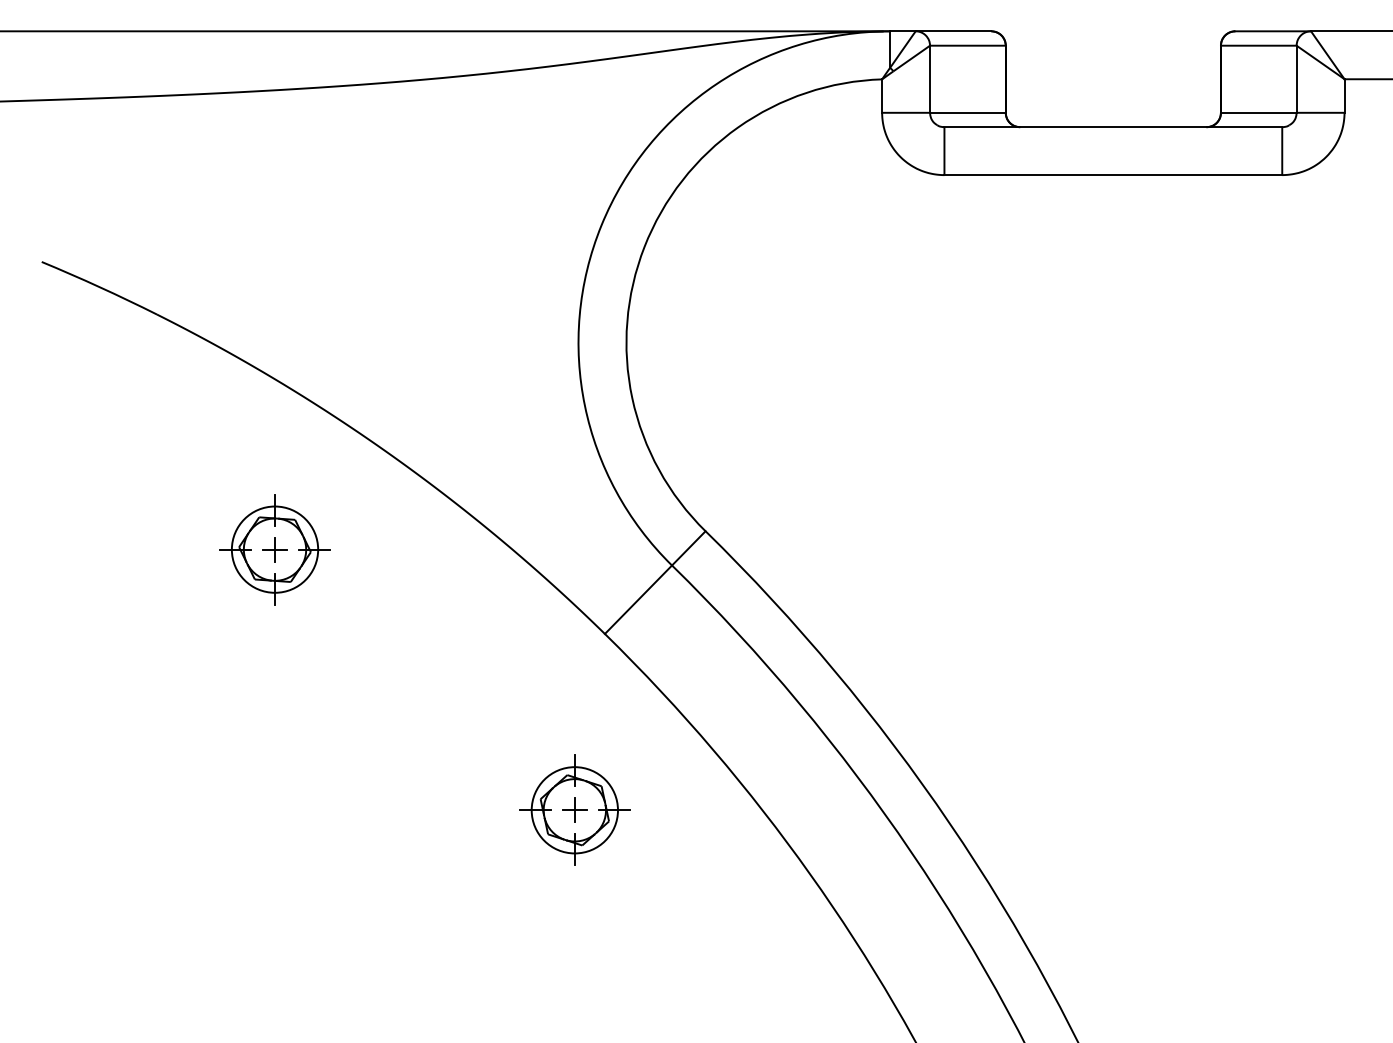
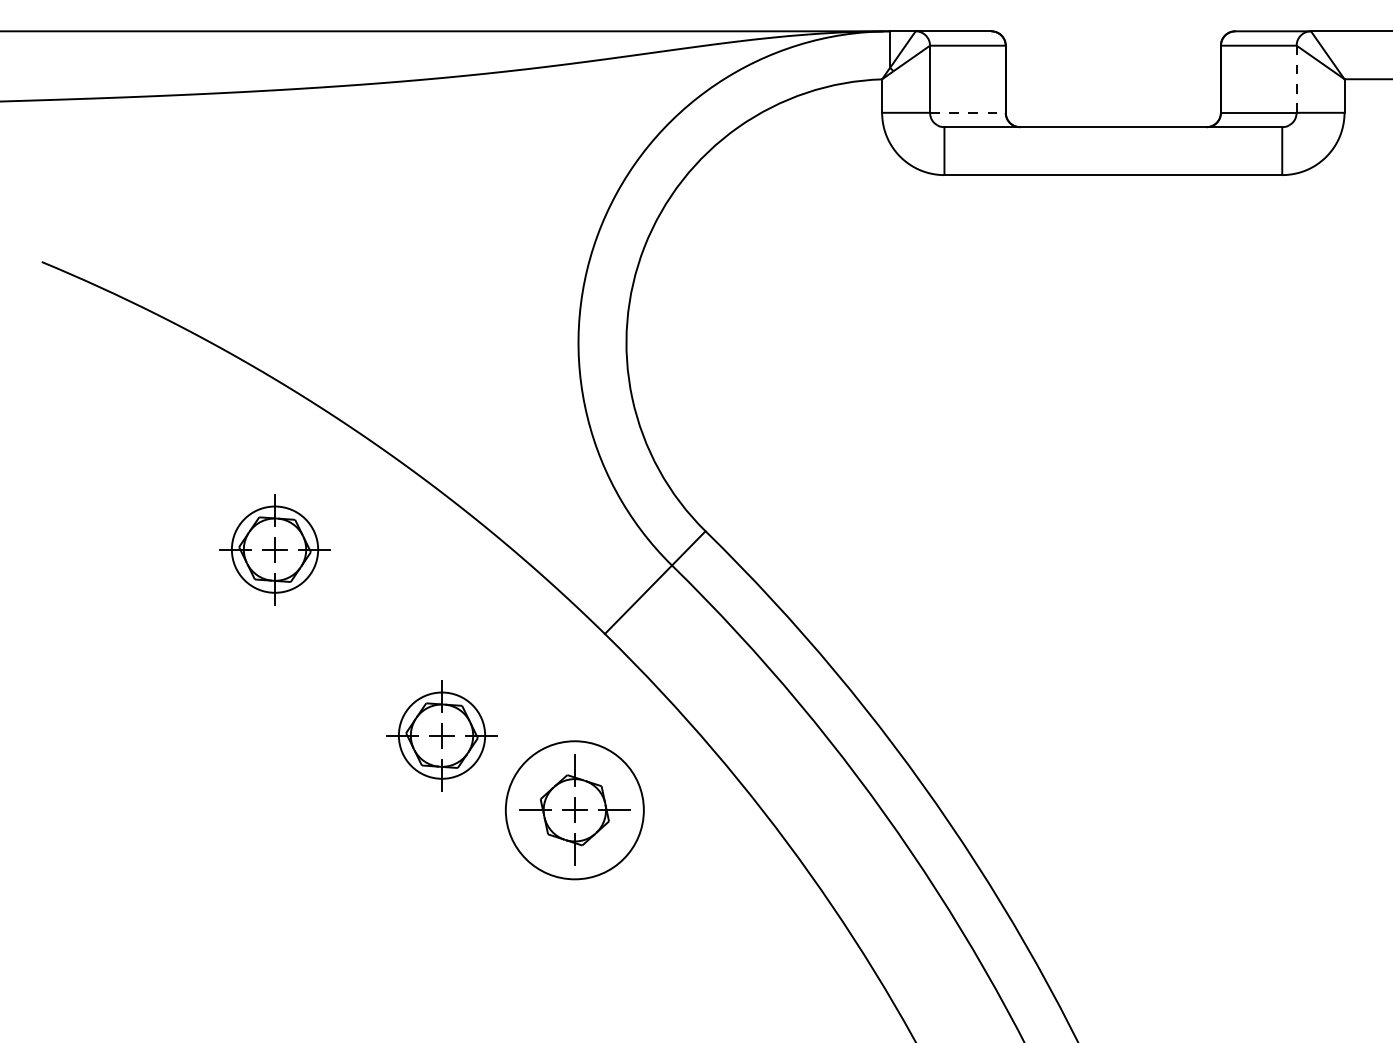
line at (1296, 79): solid -> dashed
line at (967, 112): solid -> dashed
part at (441, 735): none -> present
circle at (574, 810) diameter: 86 px -> 138 px
